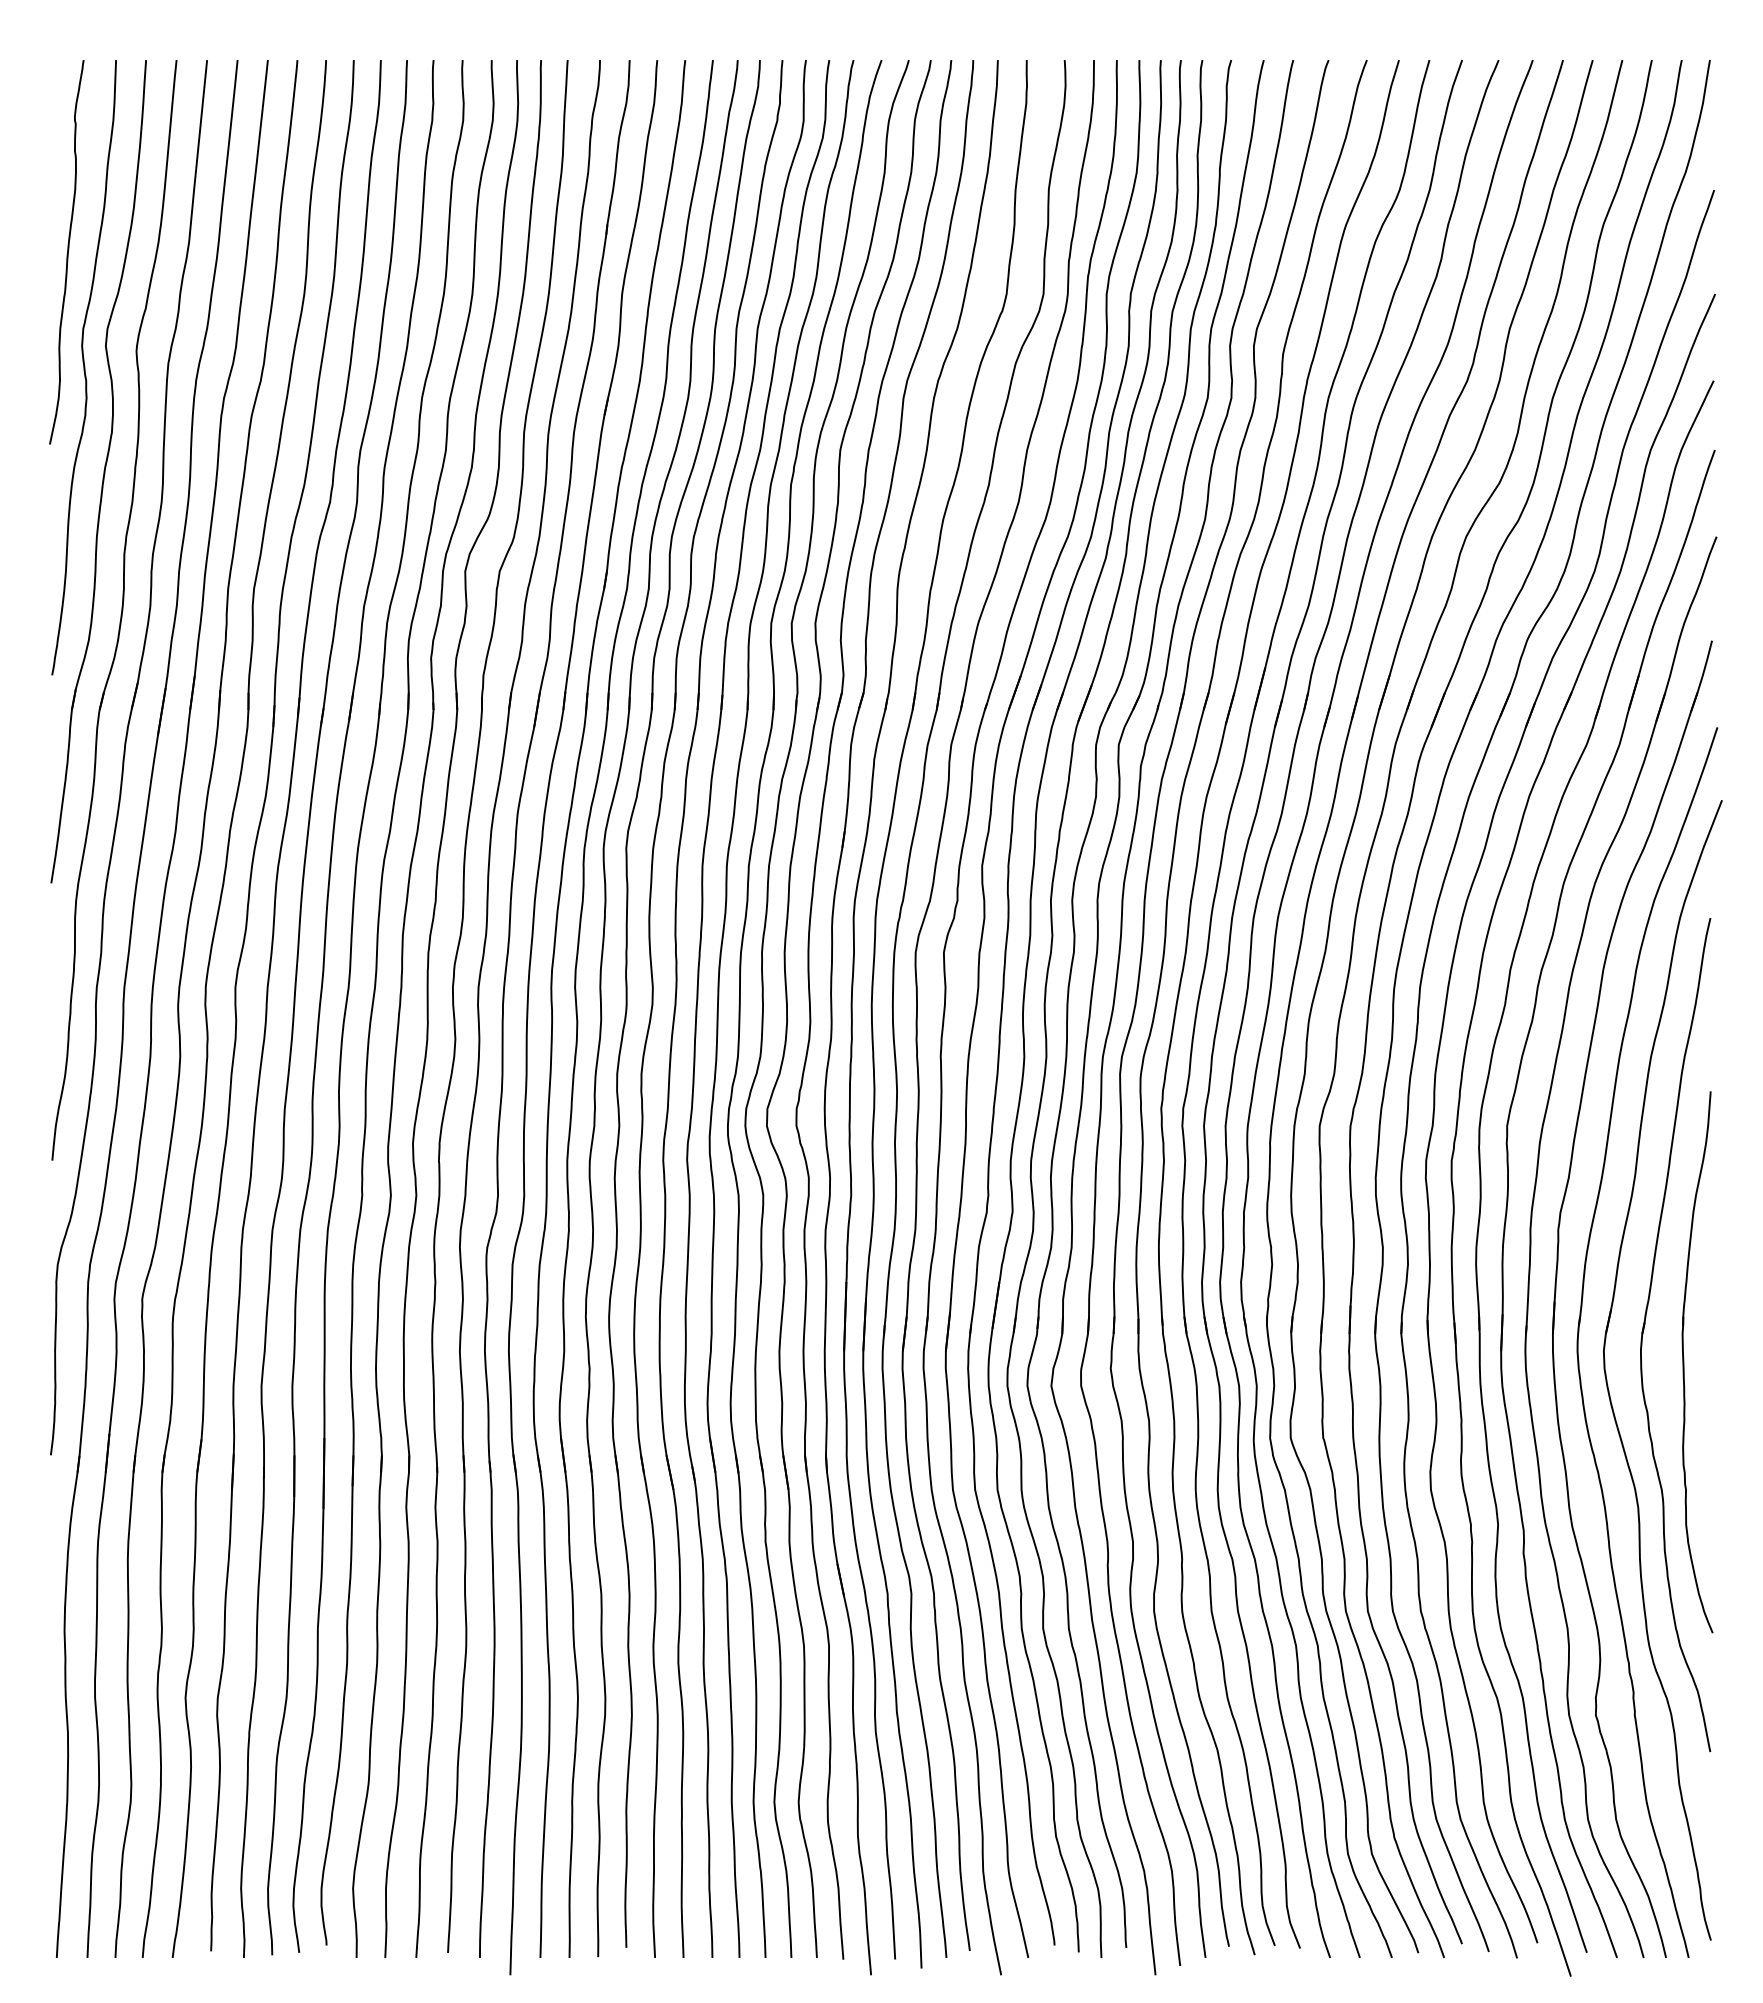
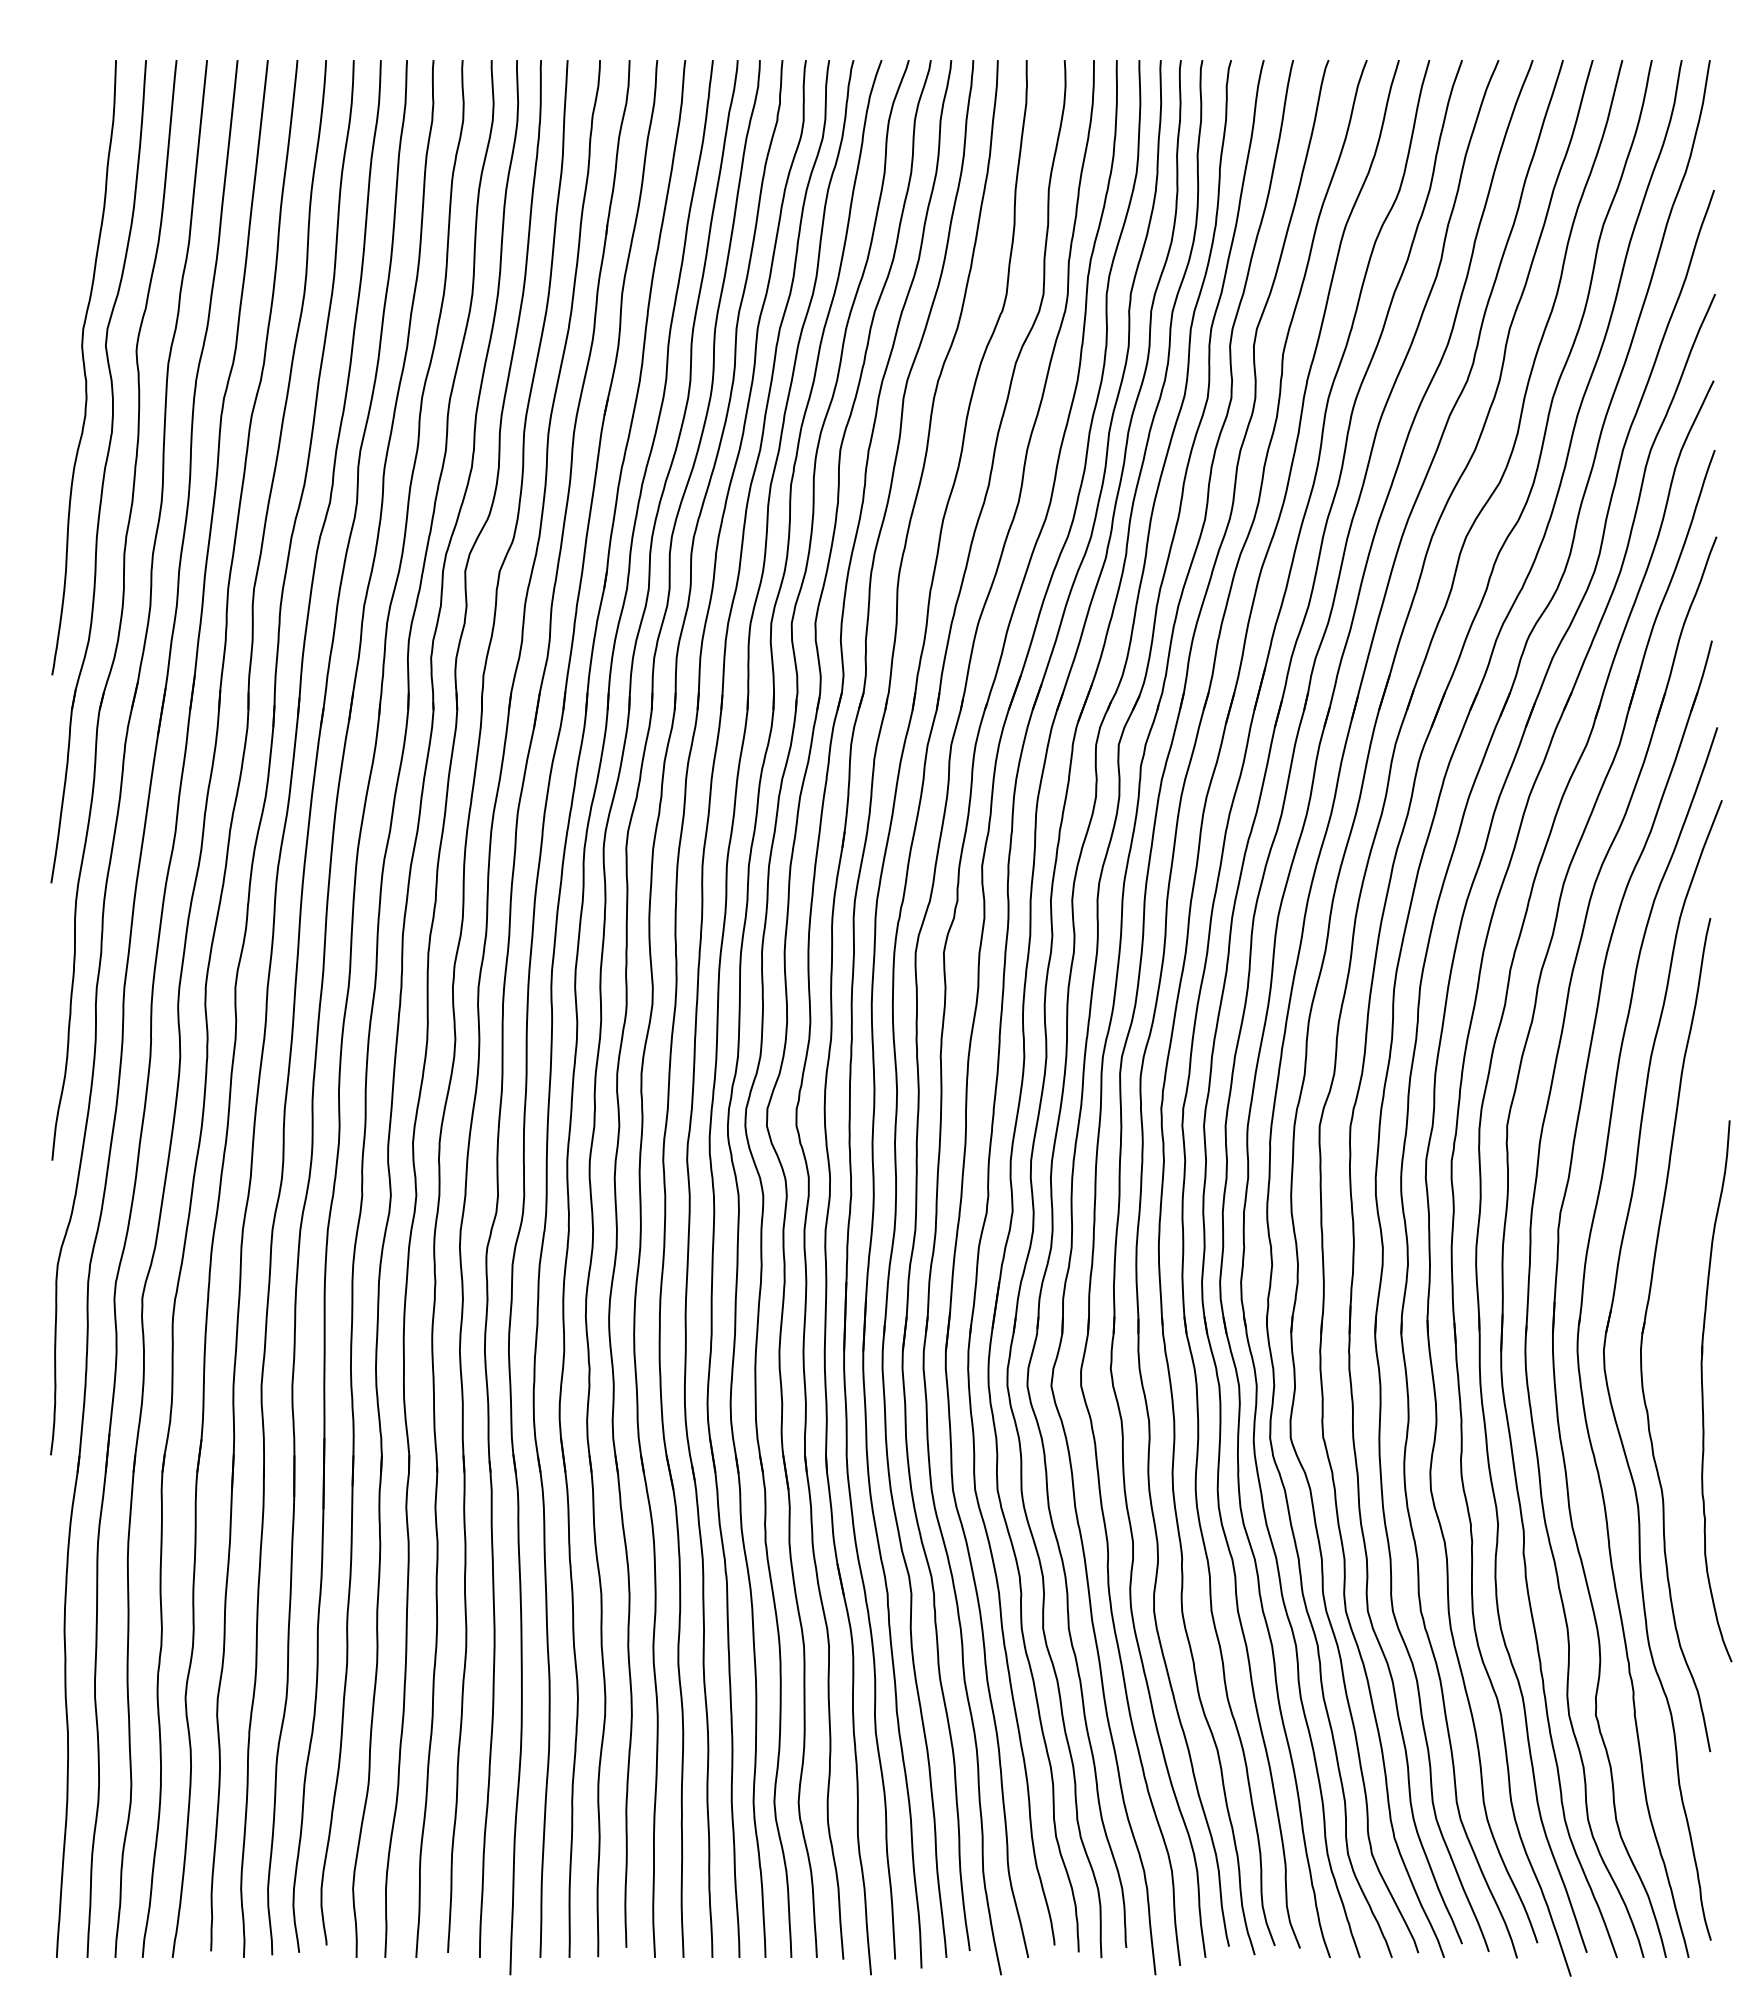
curve at (67, 252): present -> none
part at (1684, 1362) position: (1684, 1362) -> (1703, 1391)
